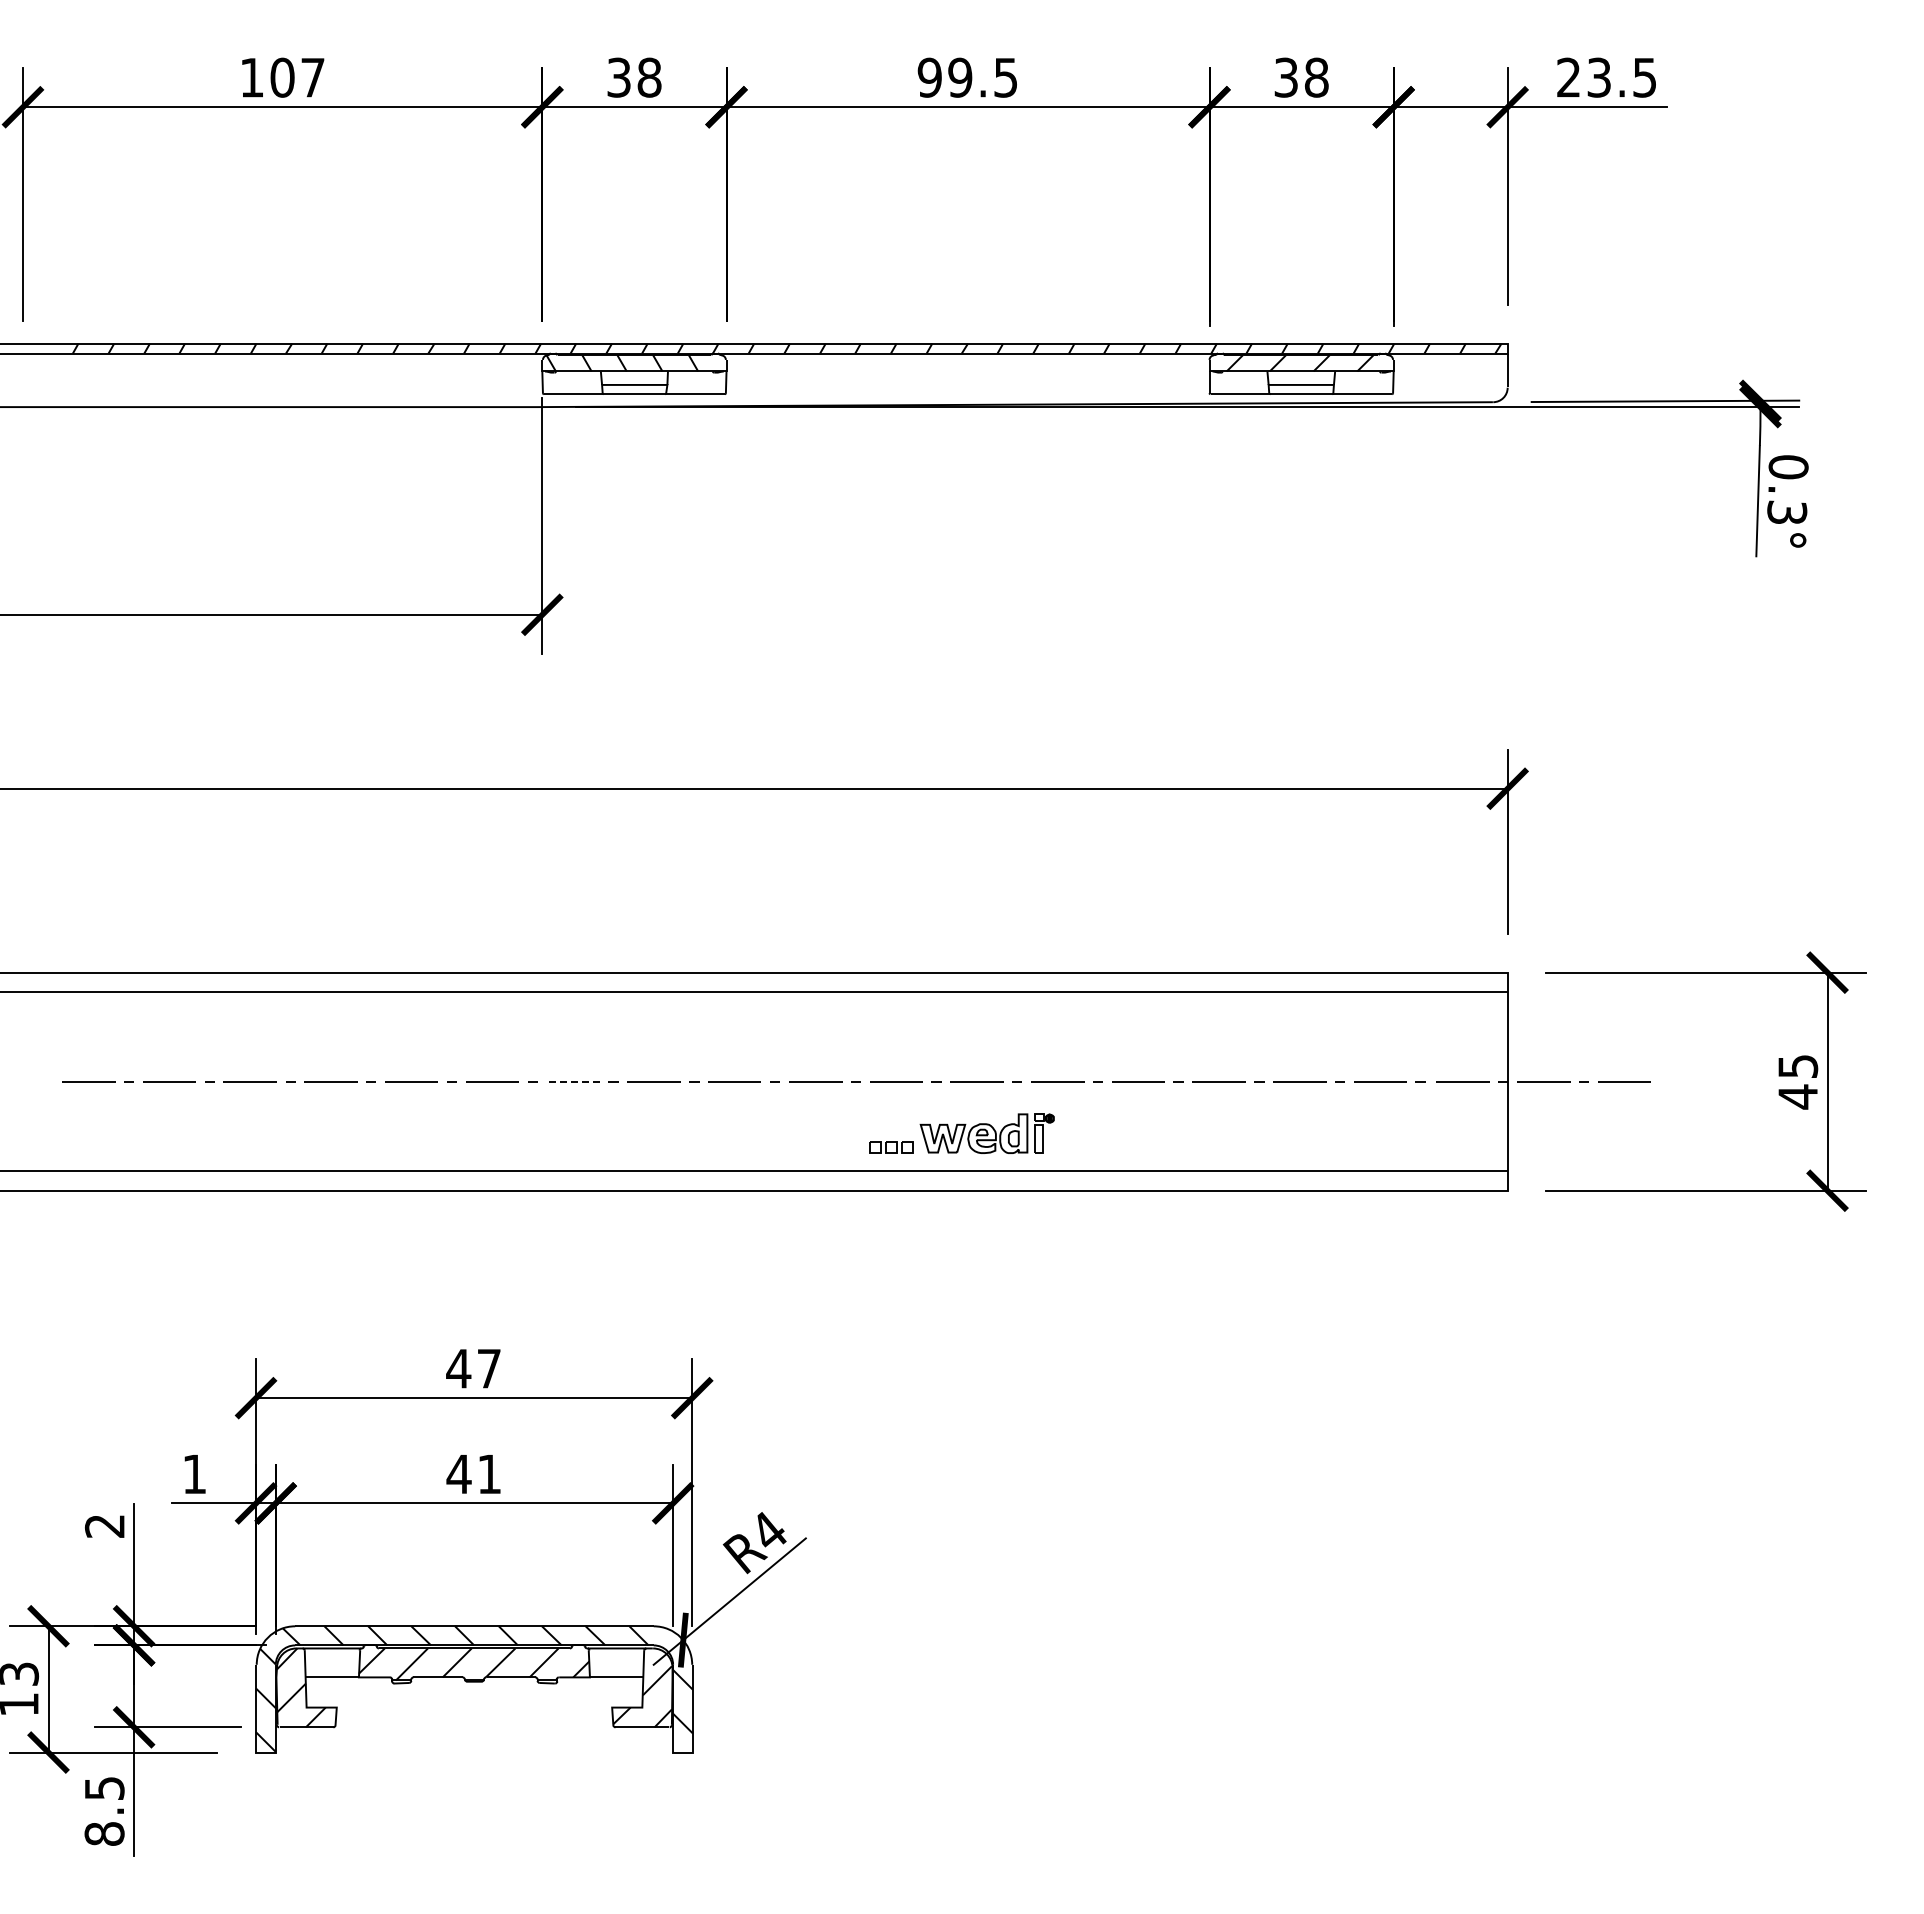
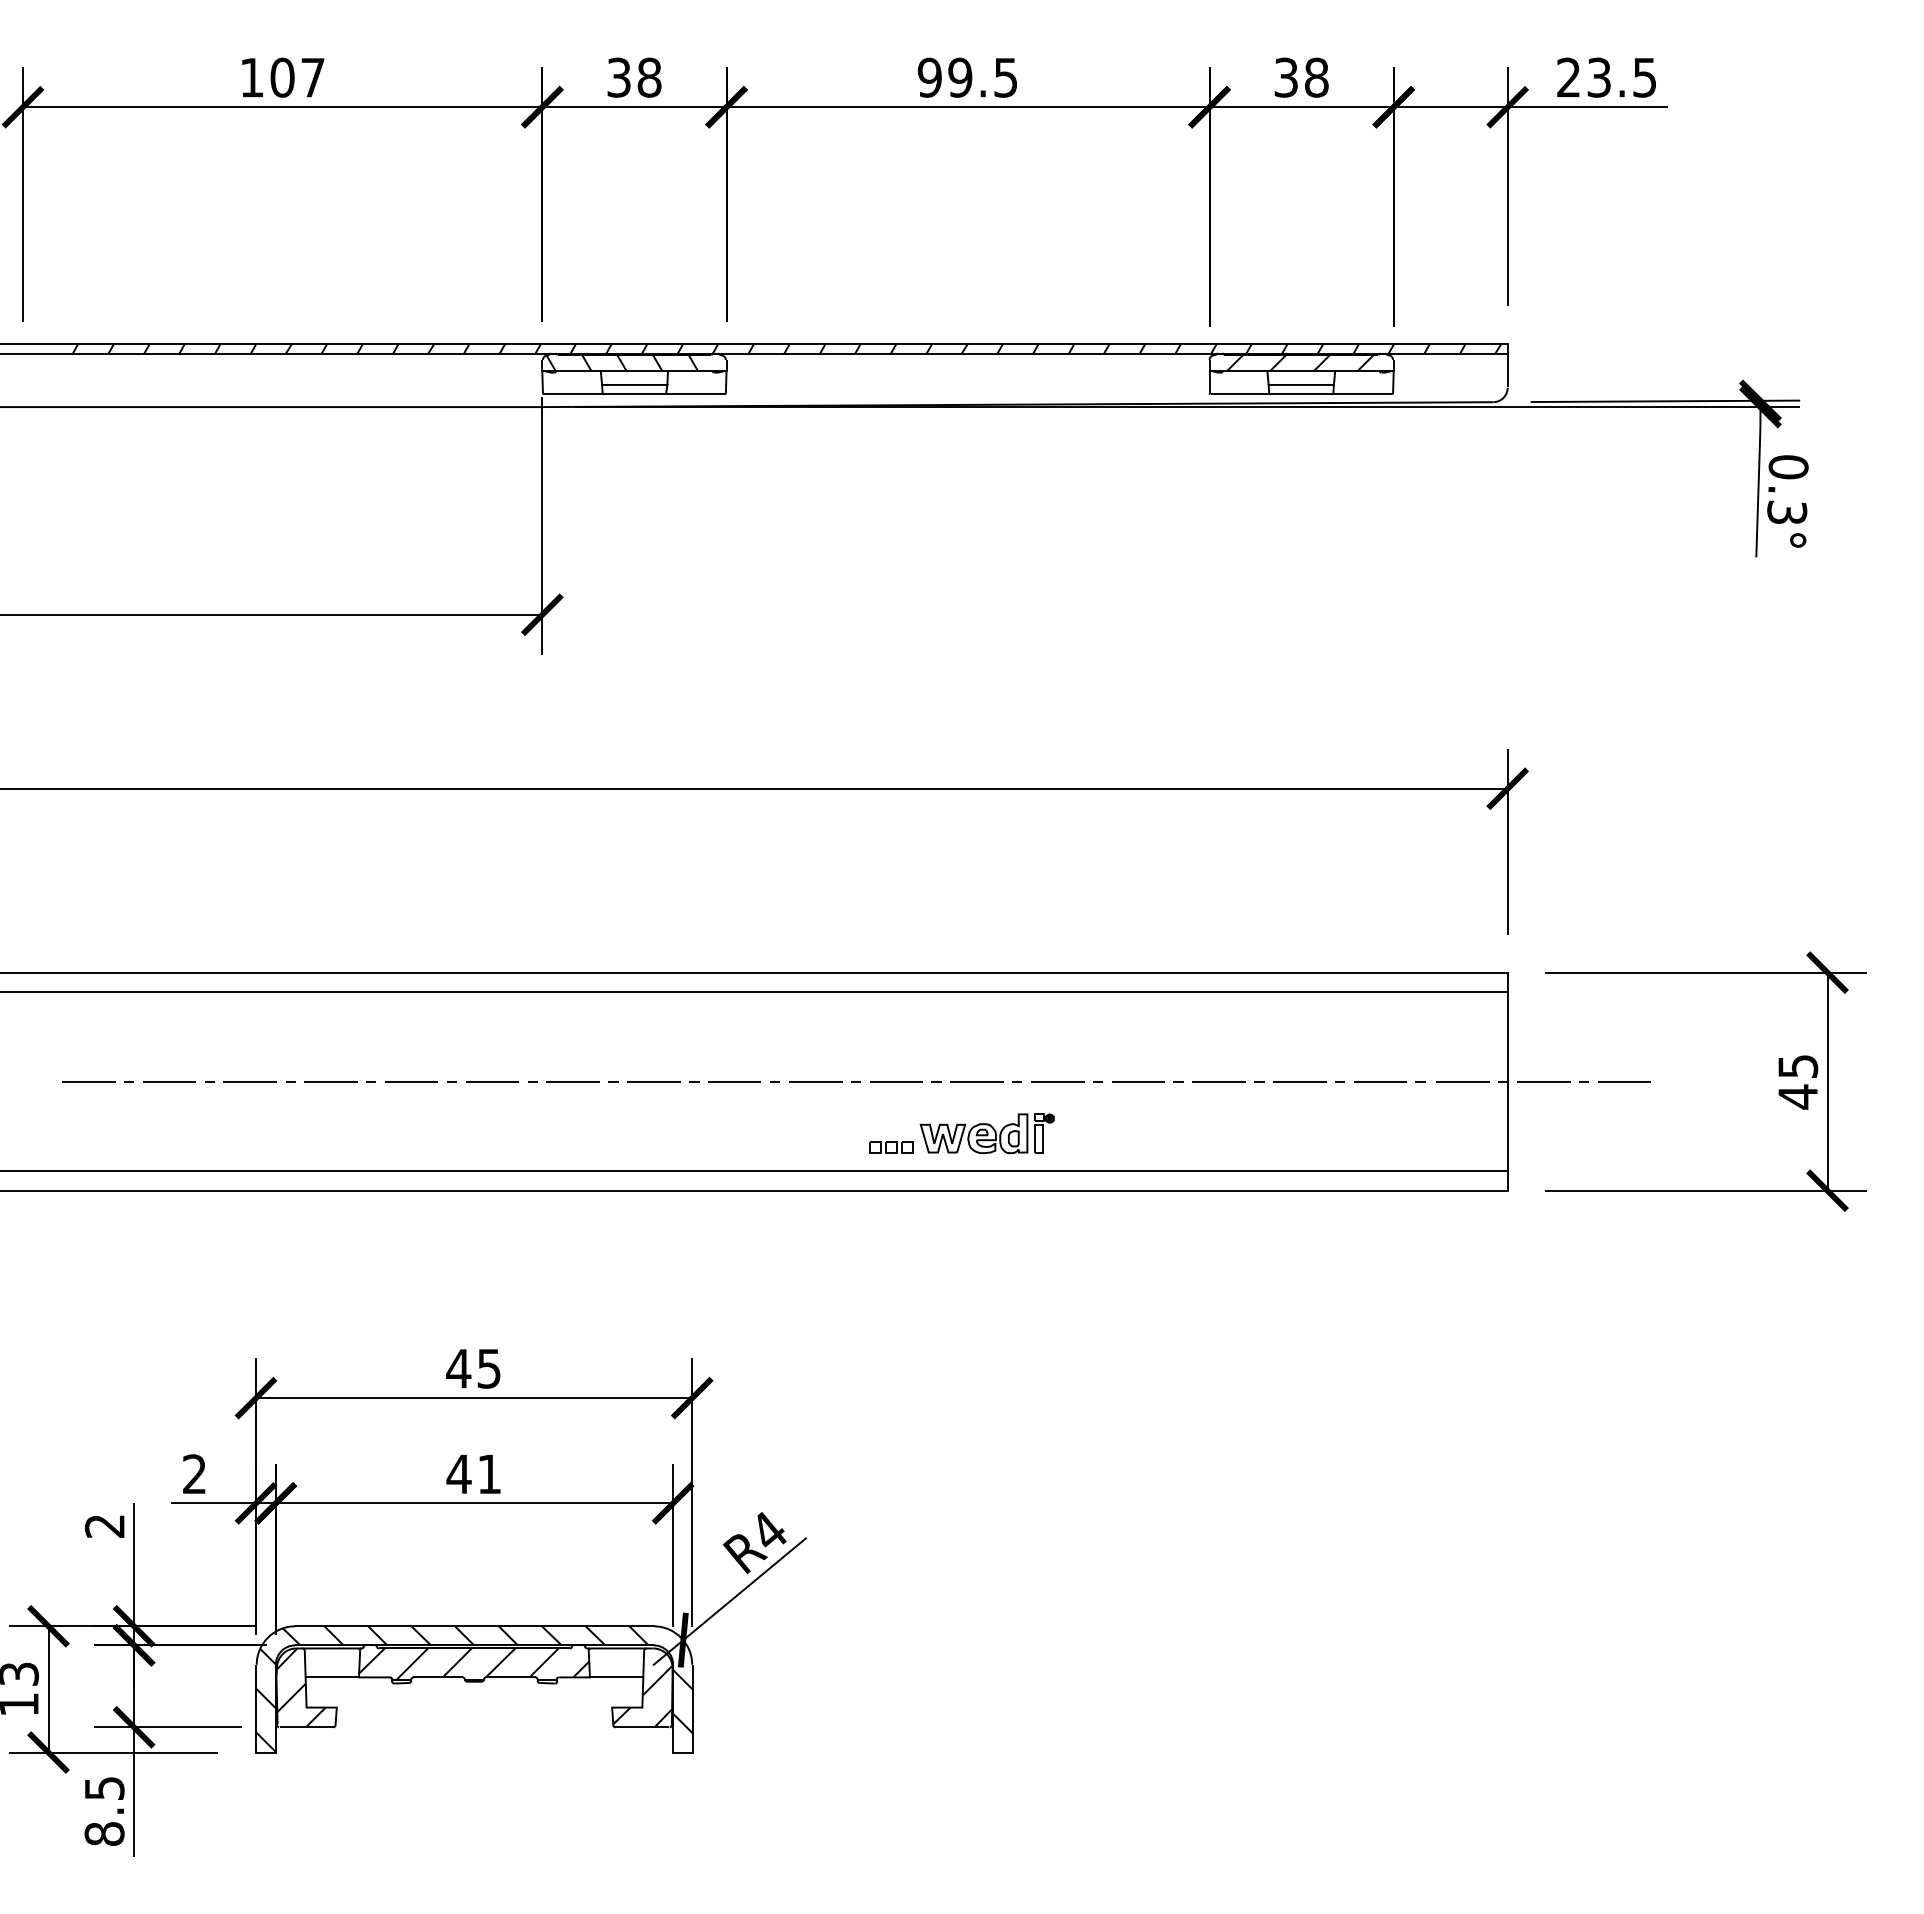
line at (573, 1081): dashed -> solid
text at (488, 1368): 47 -> 45
text at (194, 1473): 1 -> 2
